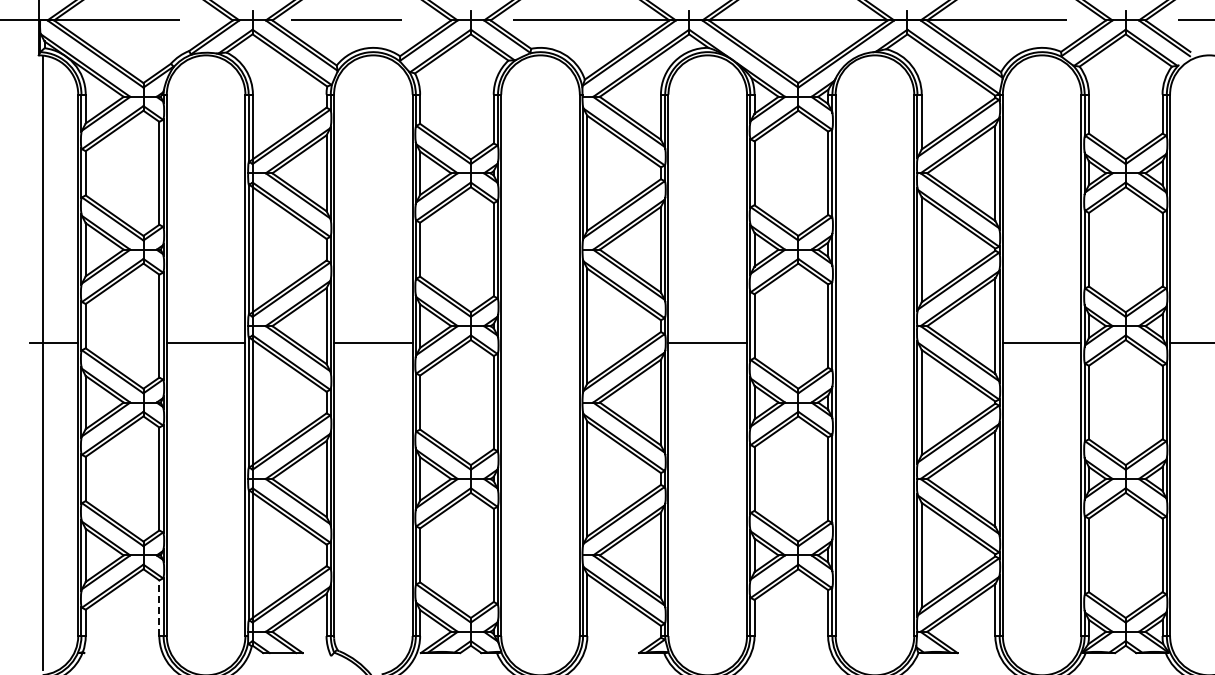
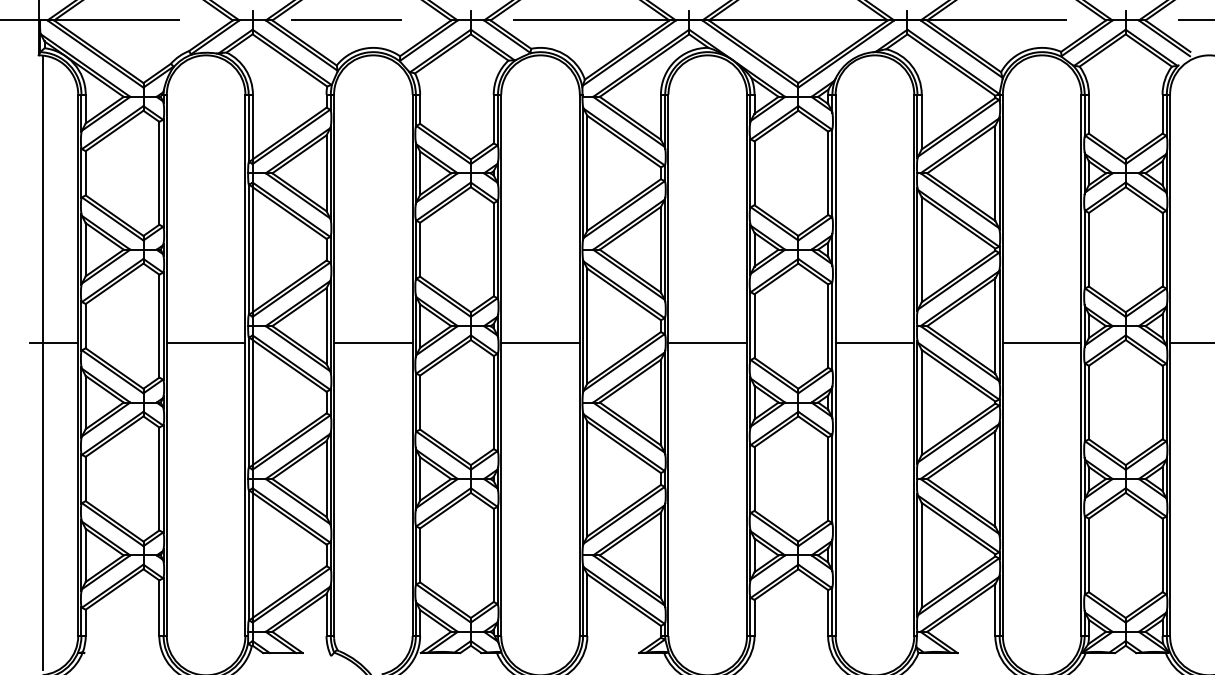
line at (540, 342): none -> present
line at (874, 342): none -> present
line at (159, 608): dashed -> solid
